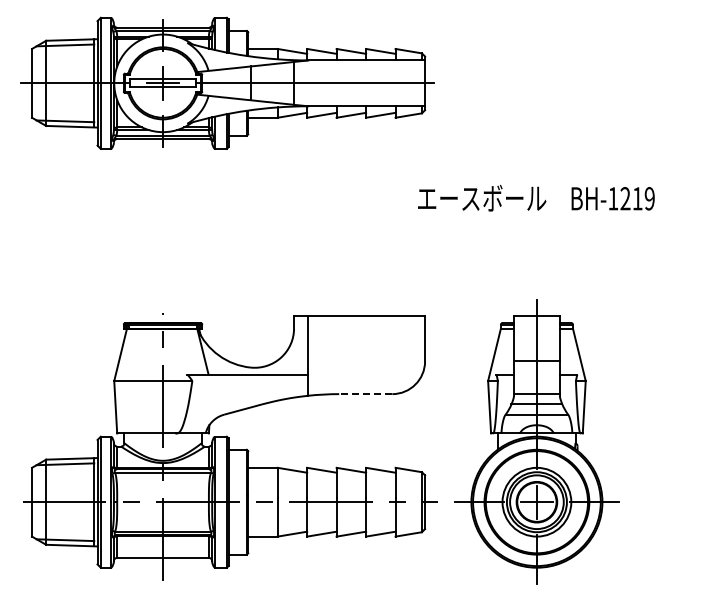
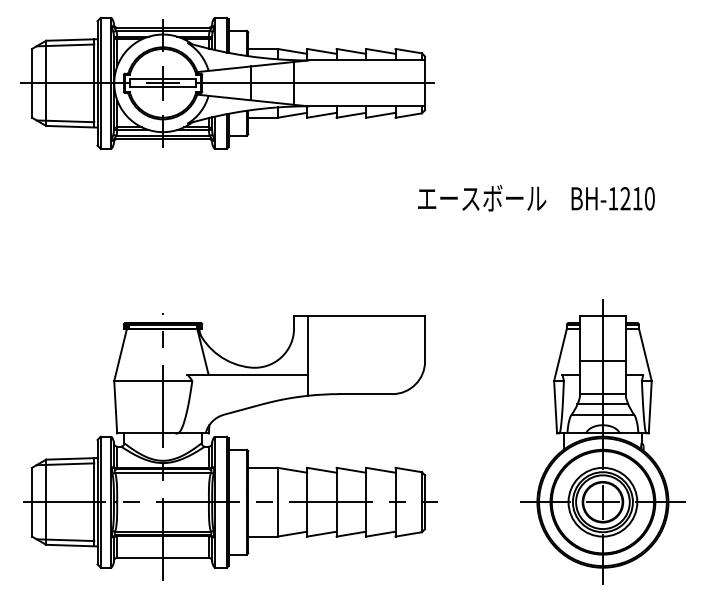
text at (649, 198): BH-1219 -> BH-1210
line at (365, 394): dashed -> solid
part at (536, 441) position: (536, 441) -> (602, 441)
